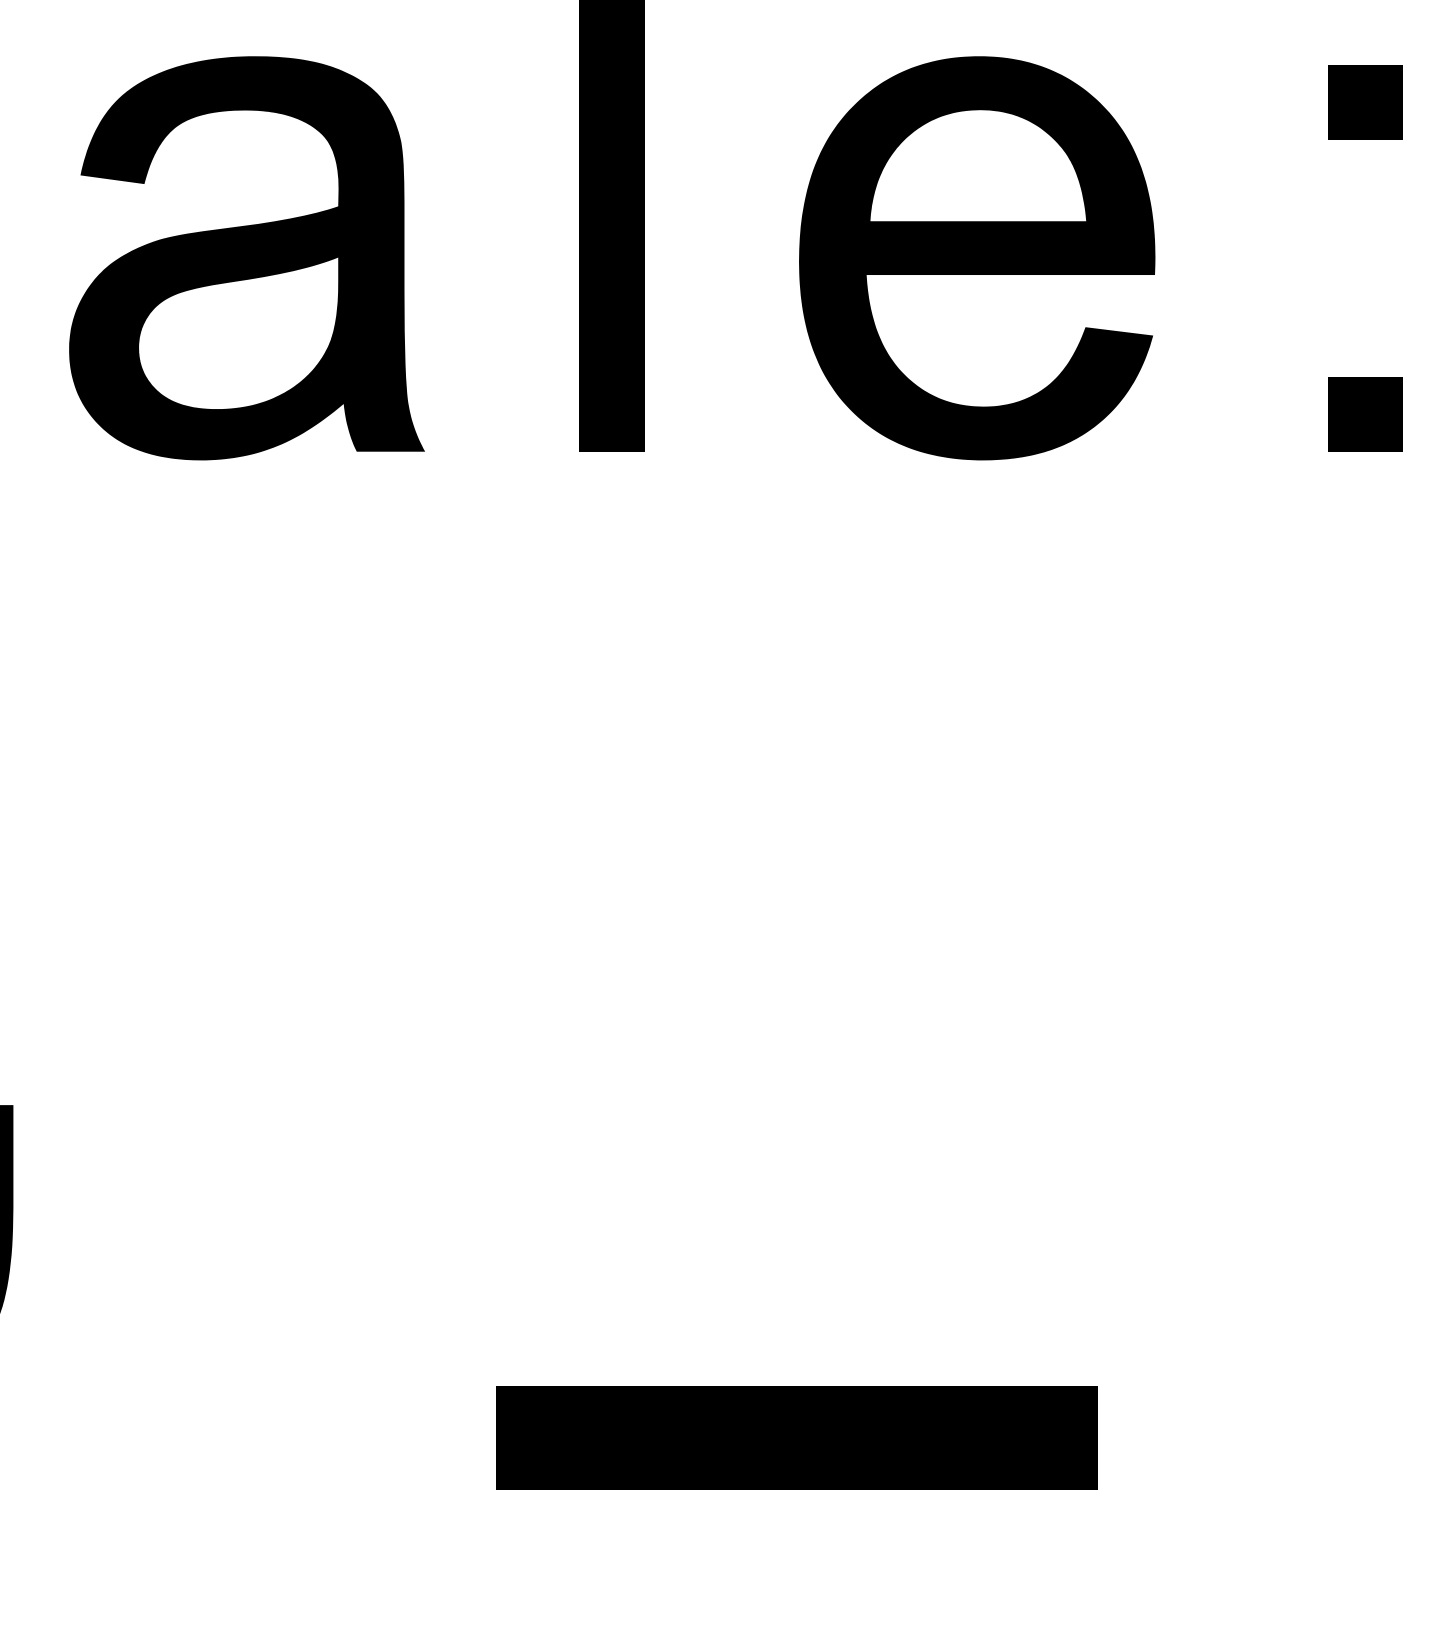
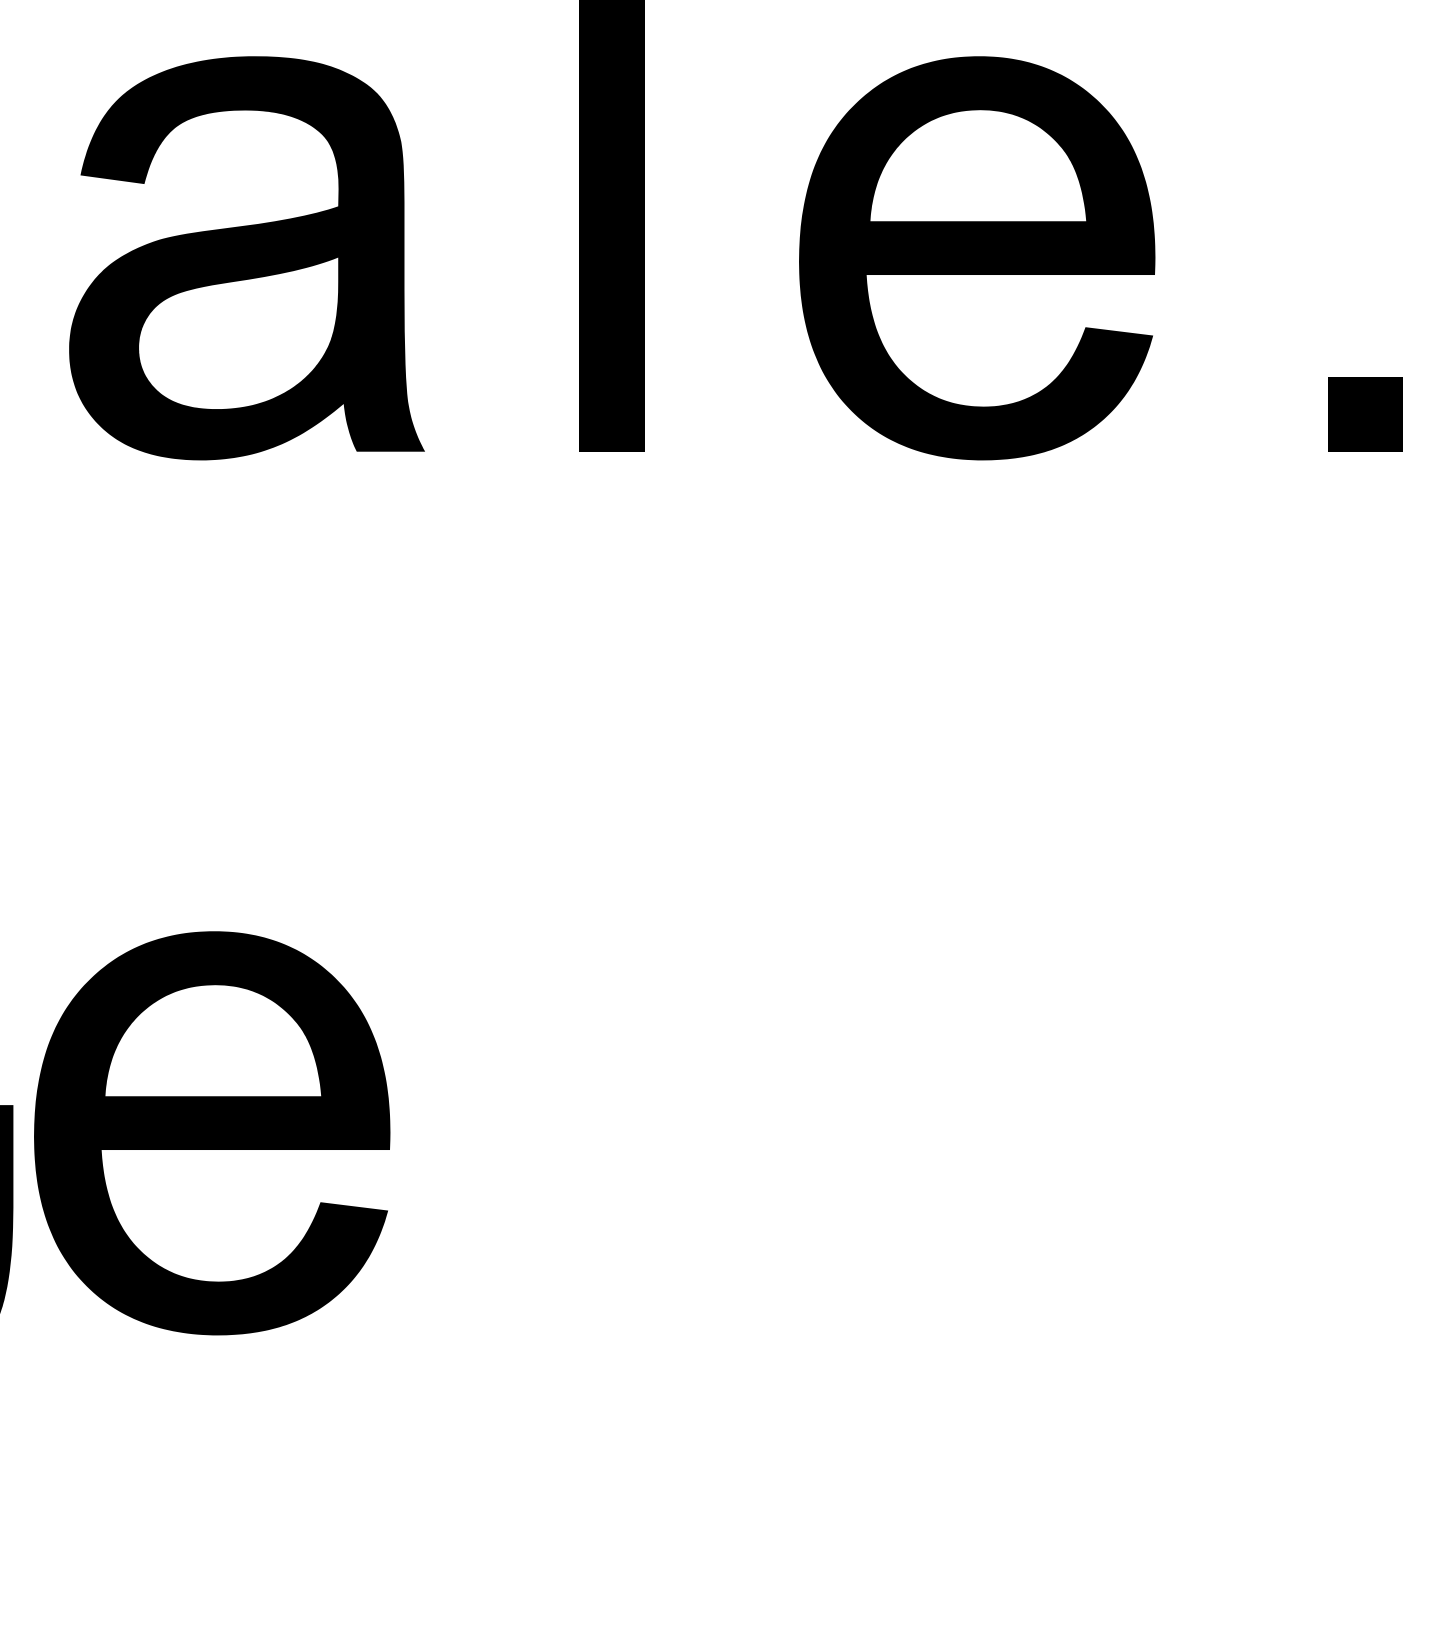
fill at (1365, 101): present -> none
part at (212, 1133): none -> present
fill at (796, 1437): present -> none
